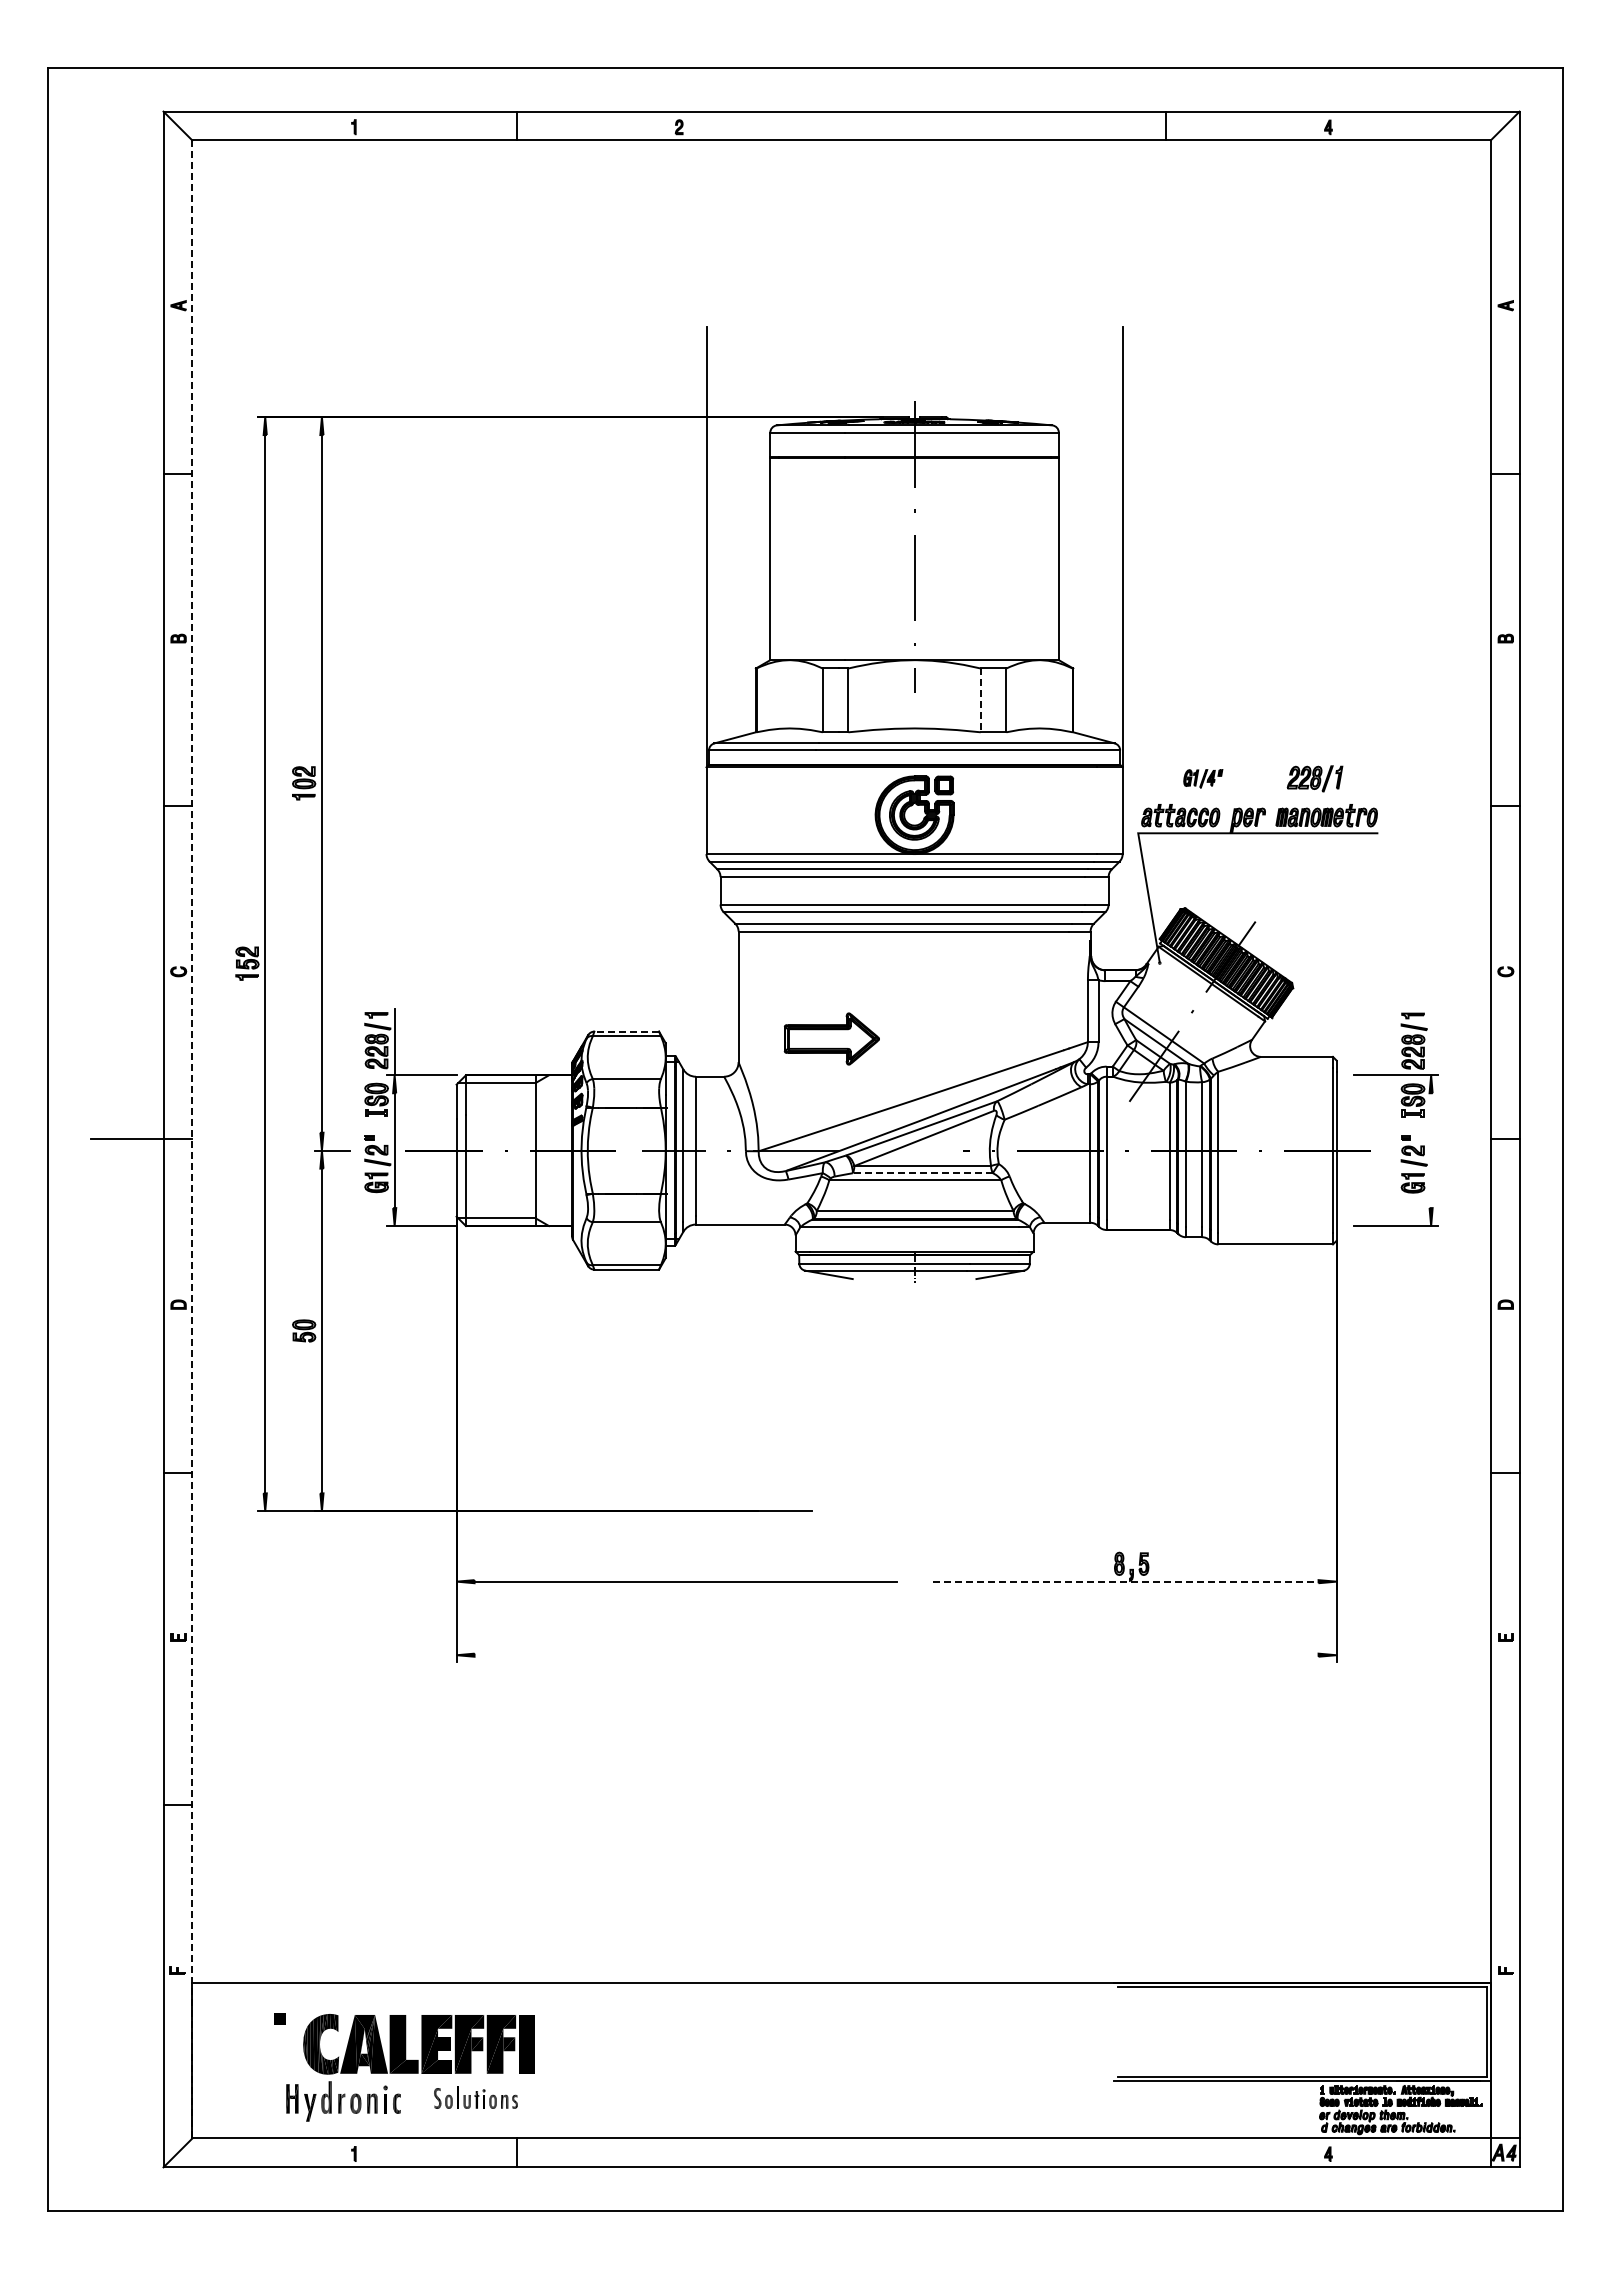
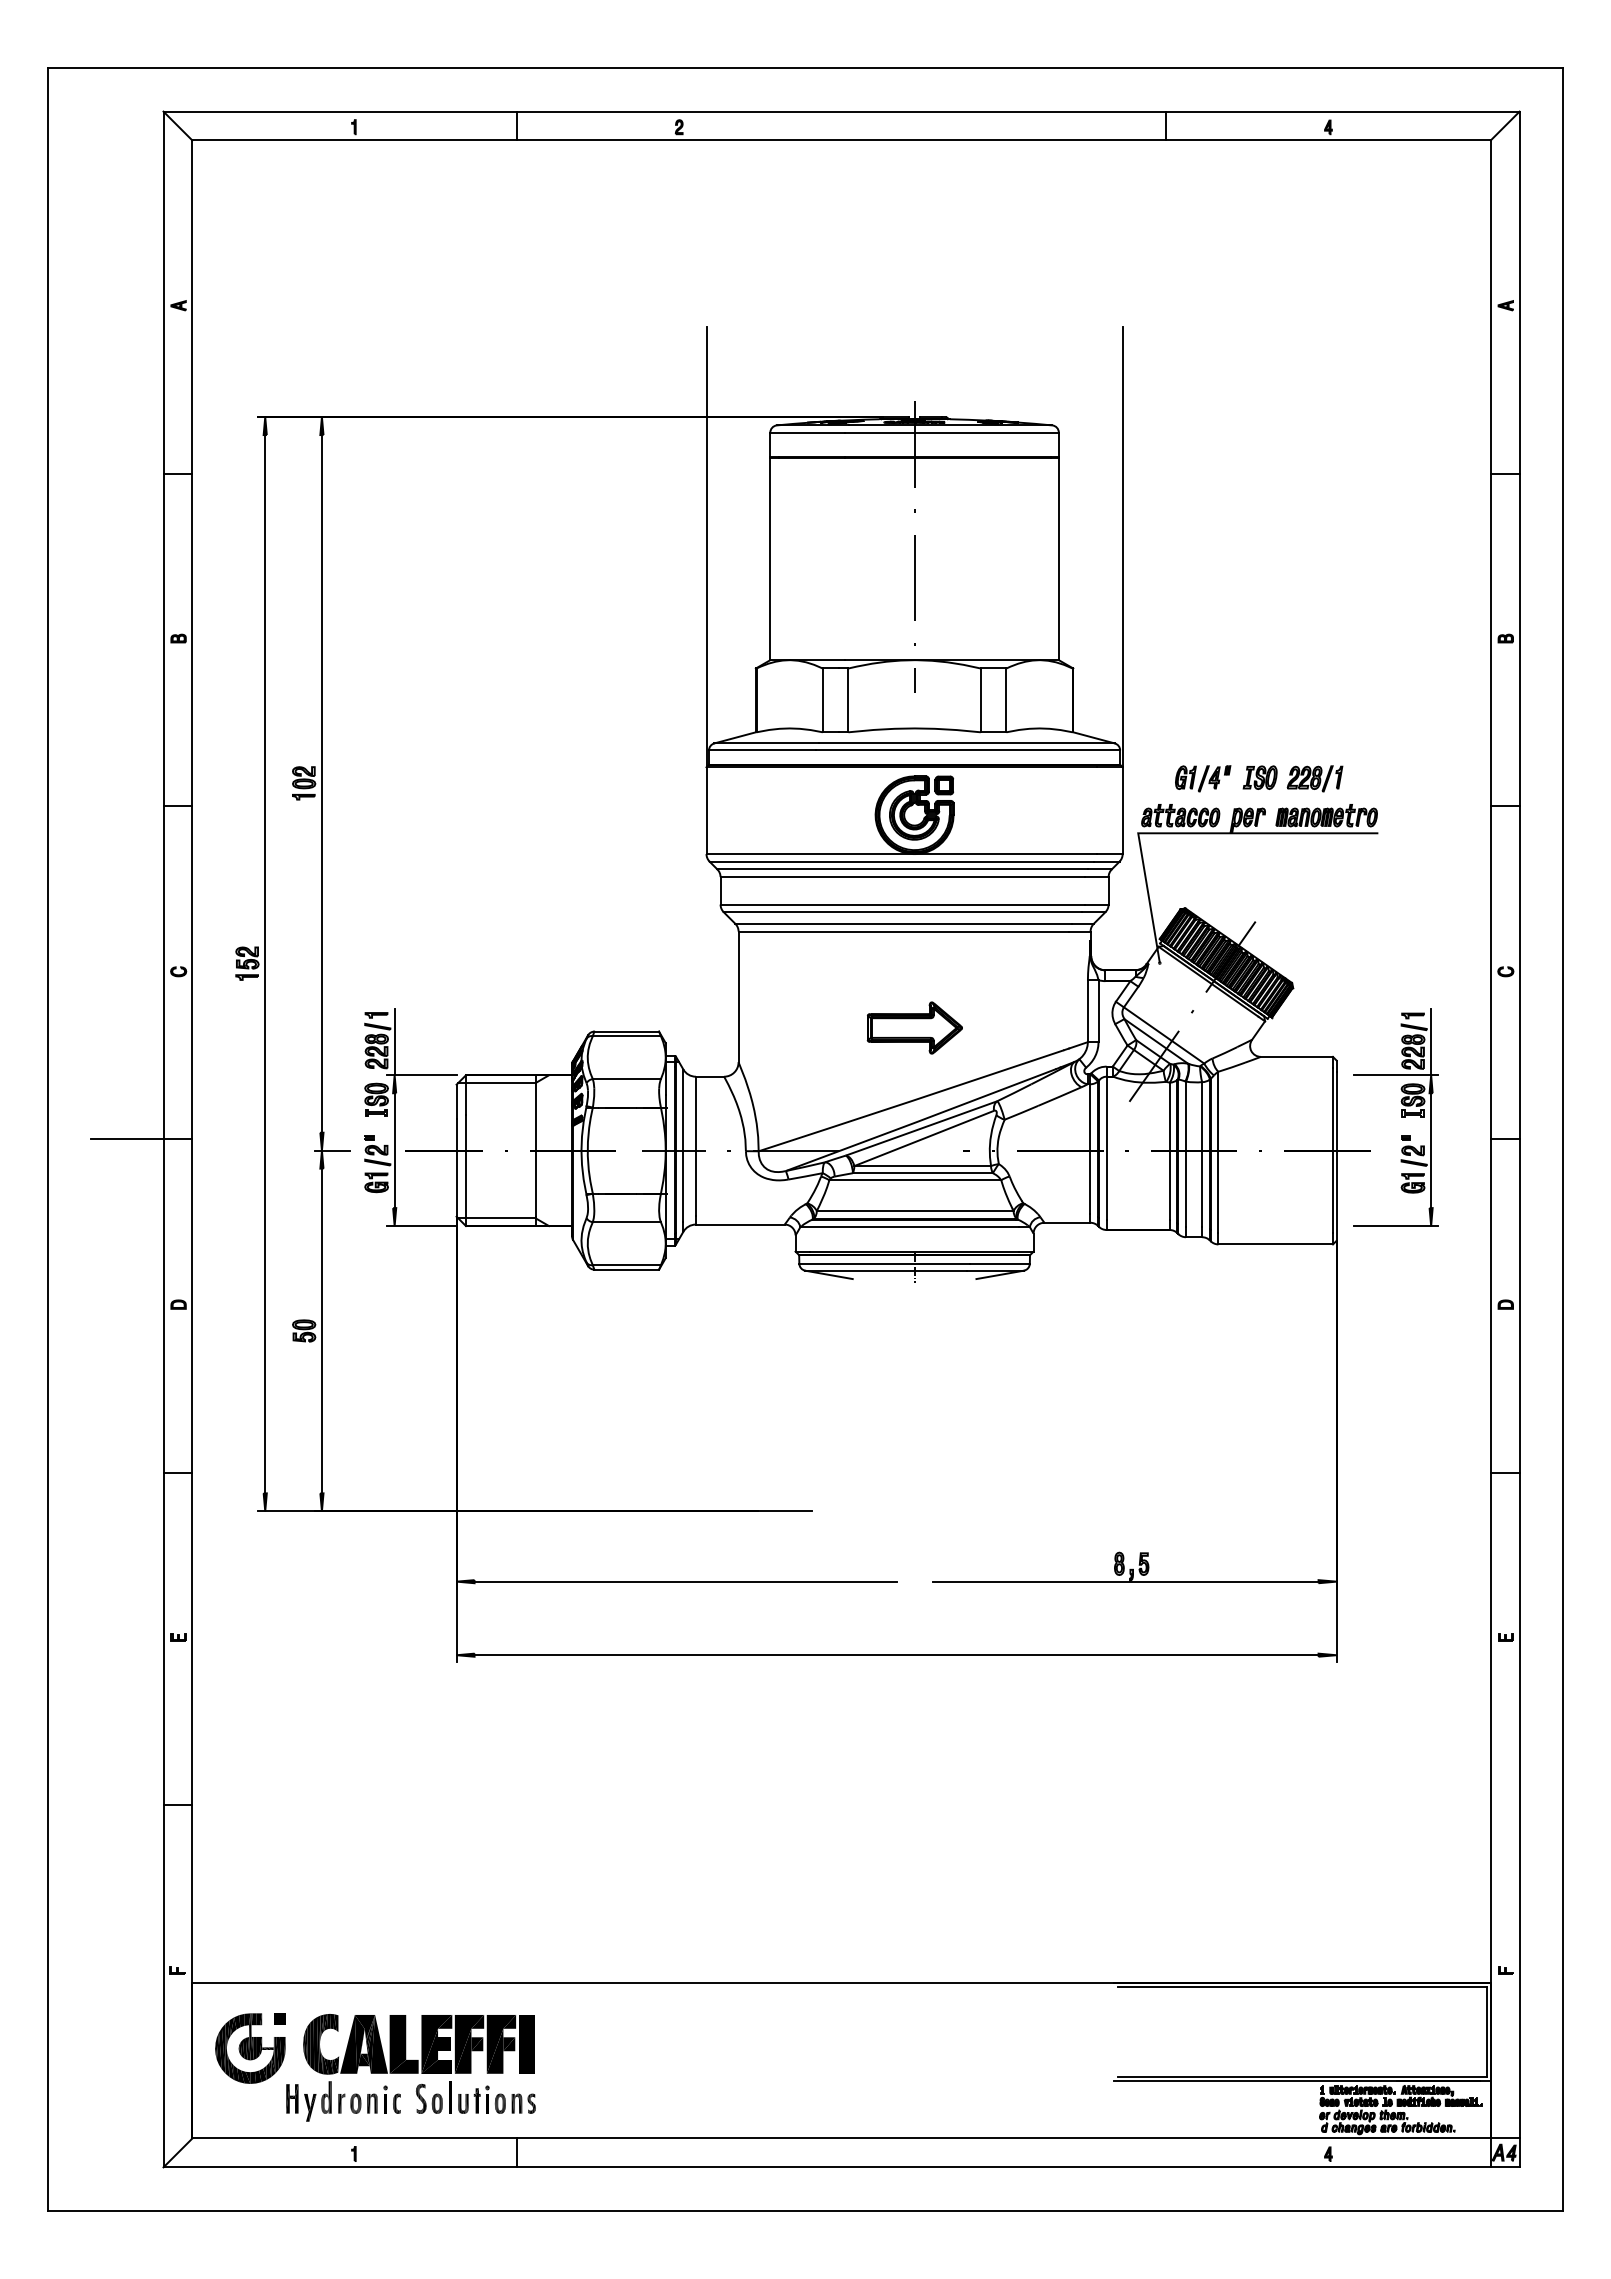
line at (980, 700): dashed -> solid
part at (1259, 777): none -> present
part at (1203, 778) size: 41x20 px -> 57x28 px
line at (626, 1031): dashed -> solid
part at (831, 1038) position: (831, 1038) -> (914, 1027)
line at (1431, 1042): none -> present
line at (192, 1139): dashed -> solid
line at (1431, 1150): none -> present
line at (922, 1173): dashed -> solid
line at (1125, 1581): dashed -> solid
line at (896, 1655): none -> present
part at (250, 2048): none -> present
part at (475, 2097) size: 84x23 px -> 120x33 px
